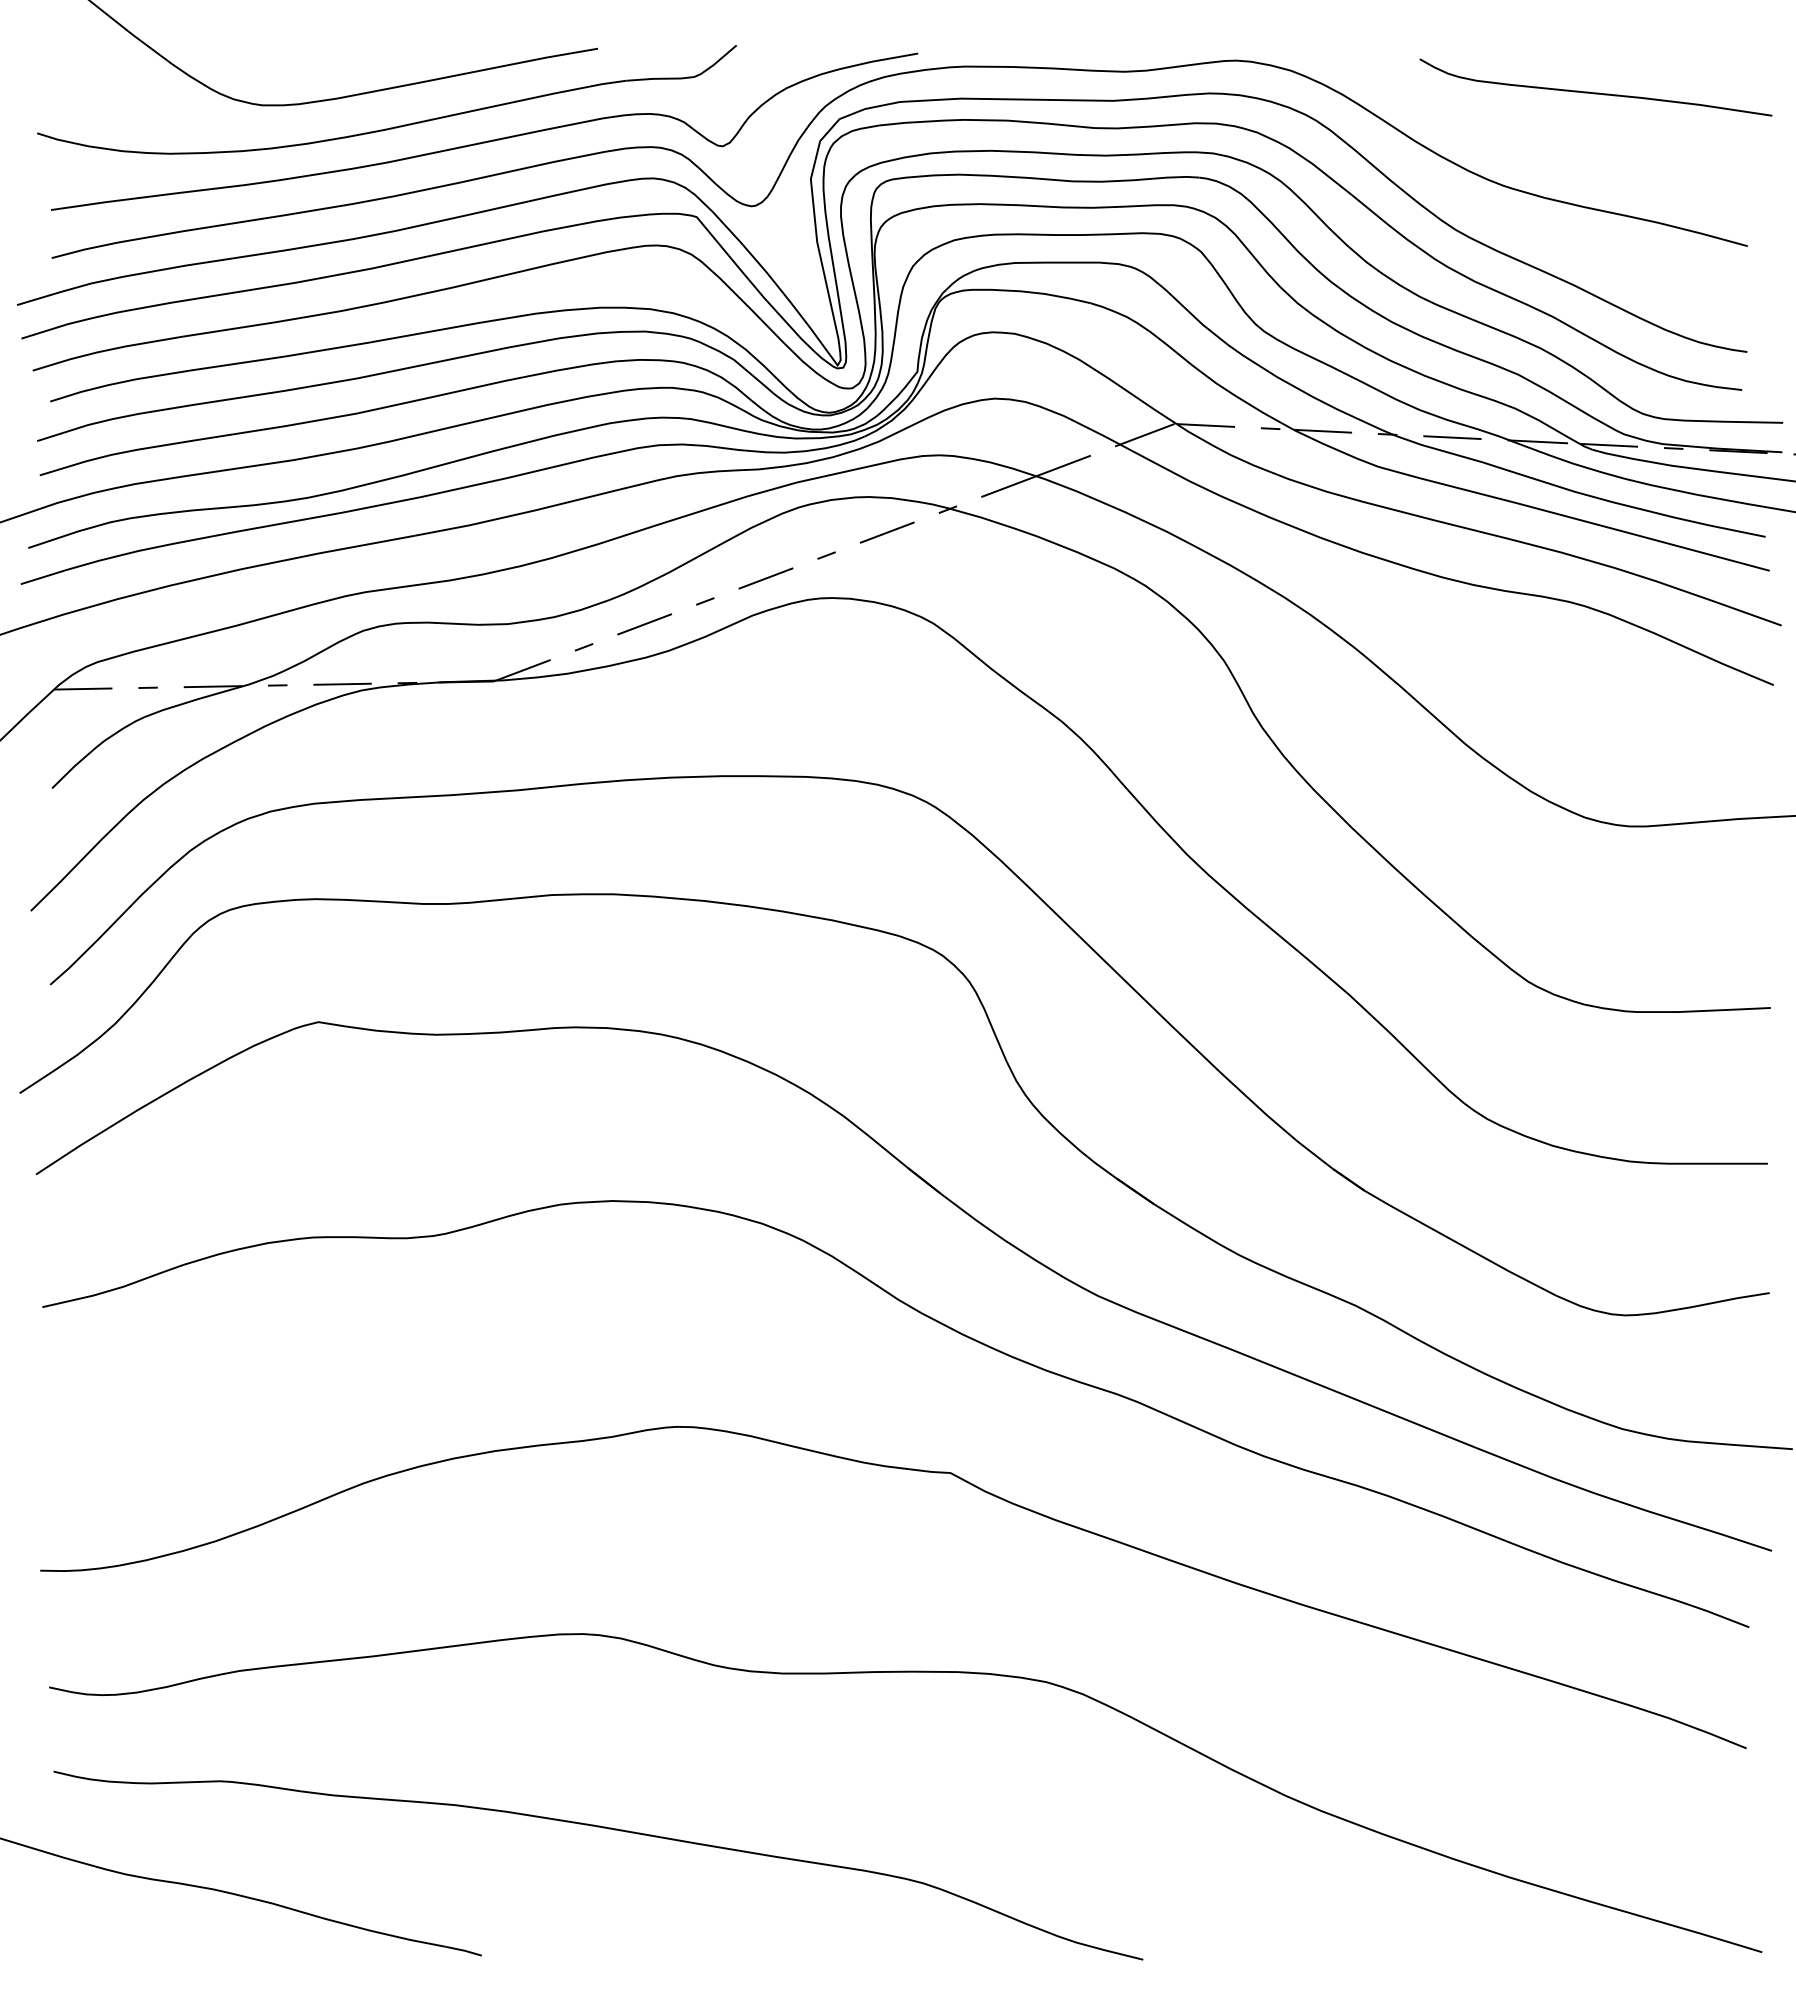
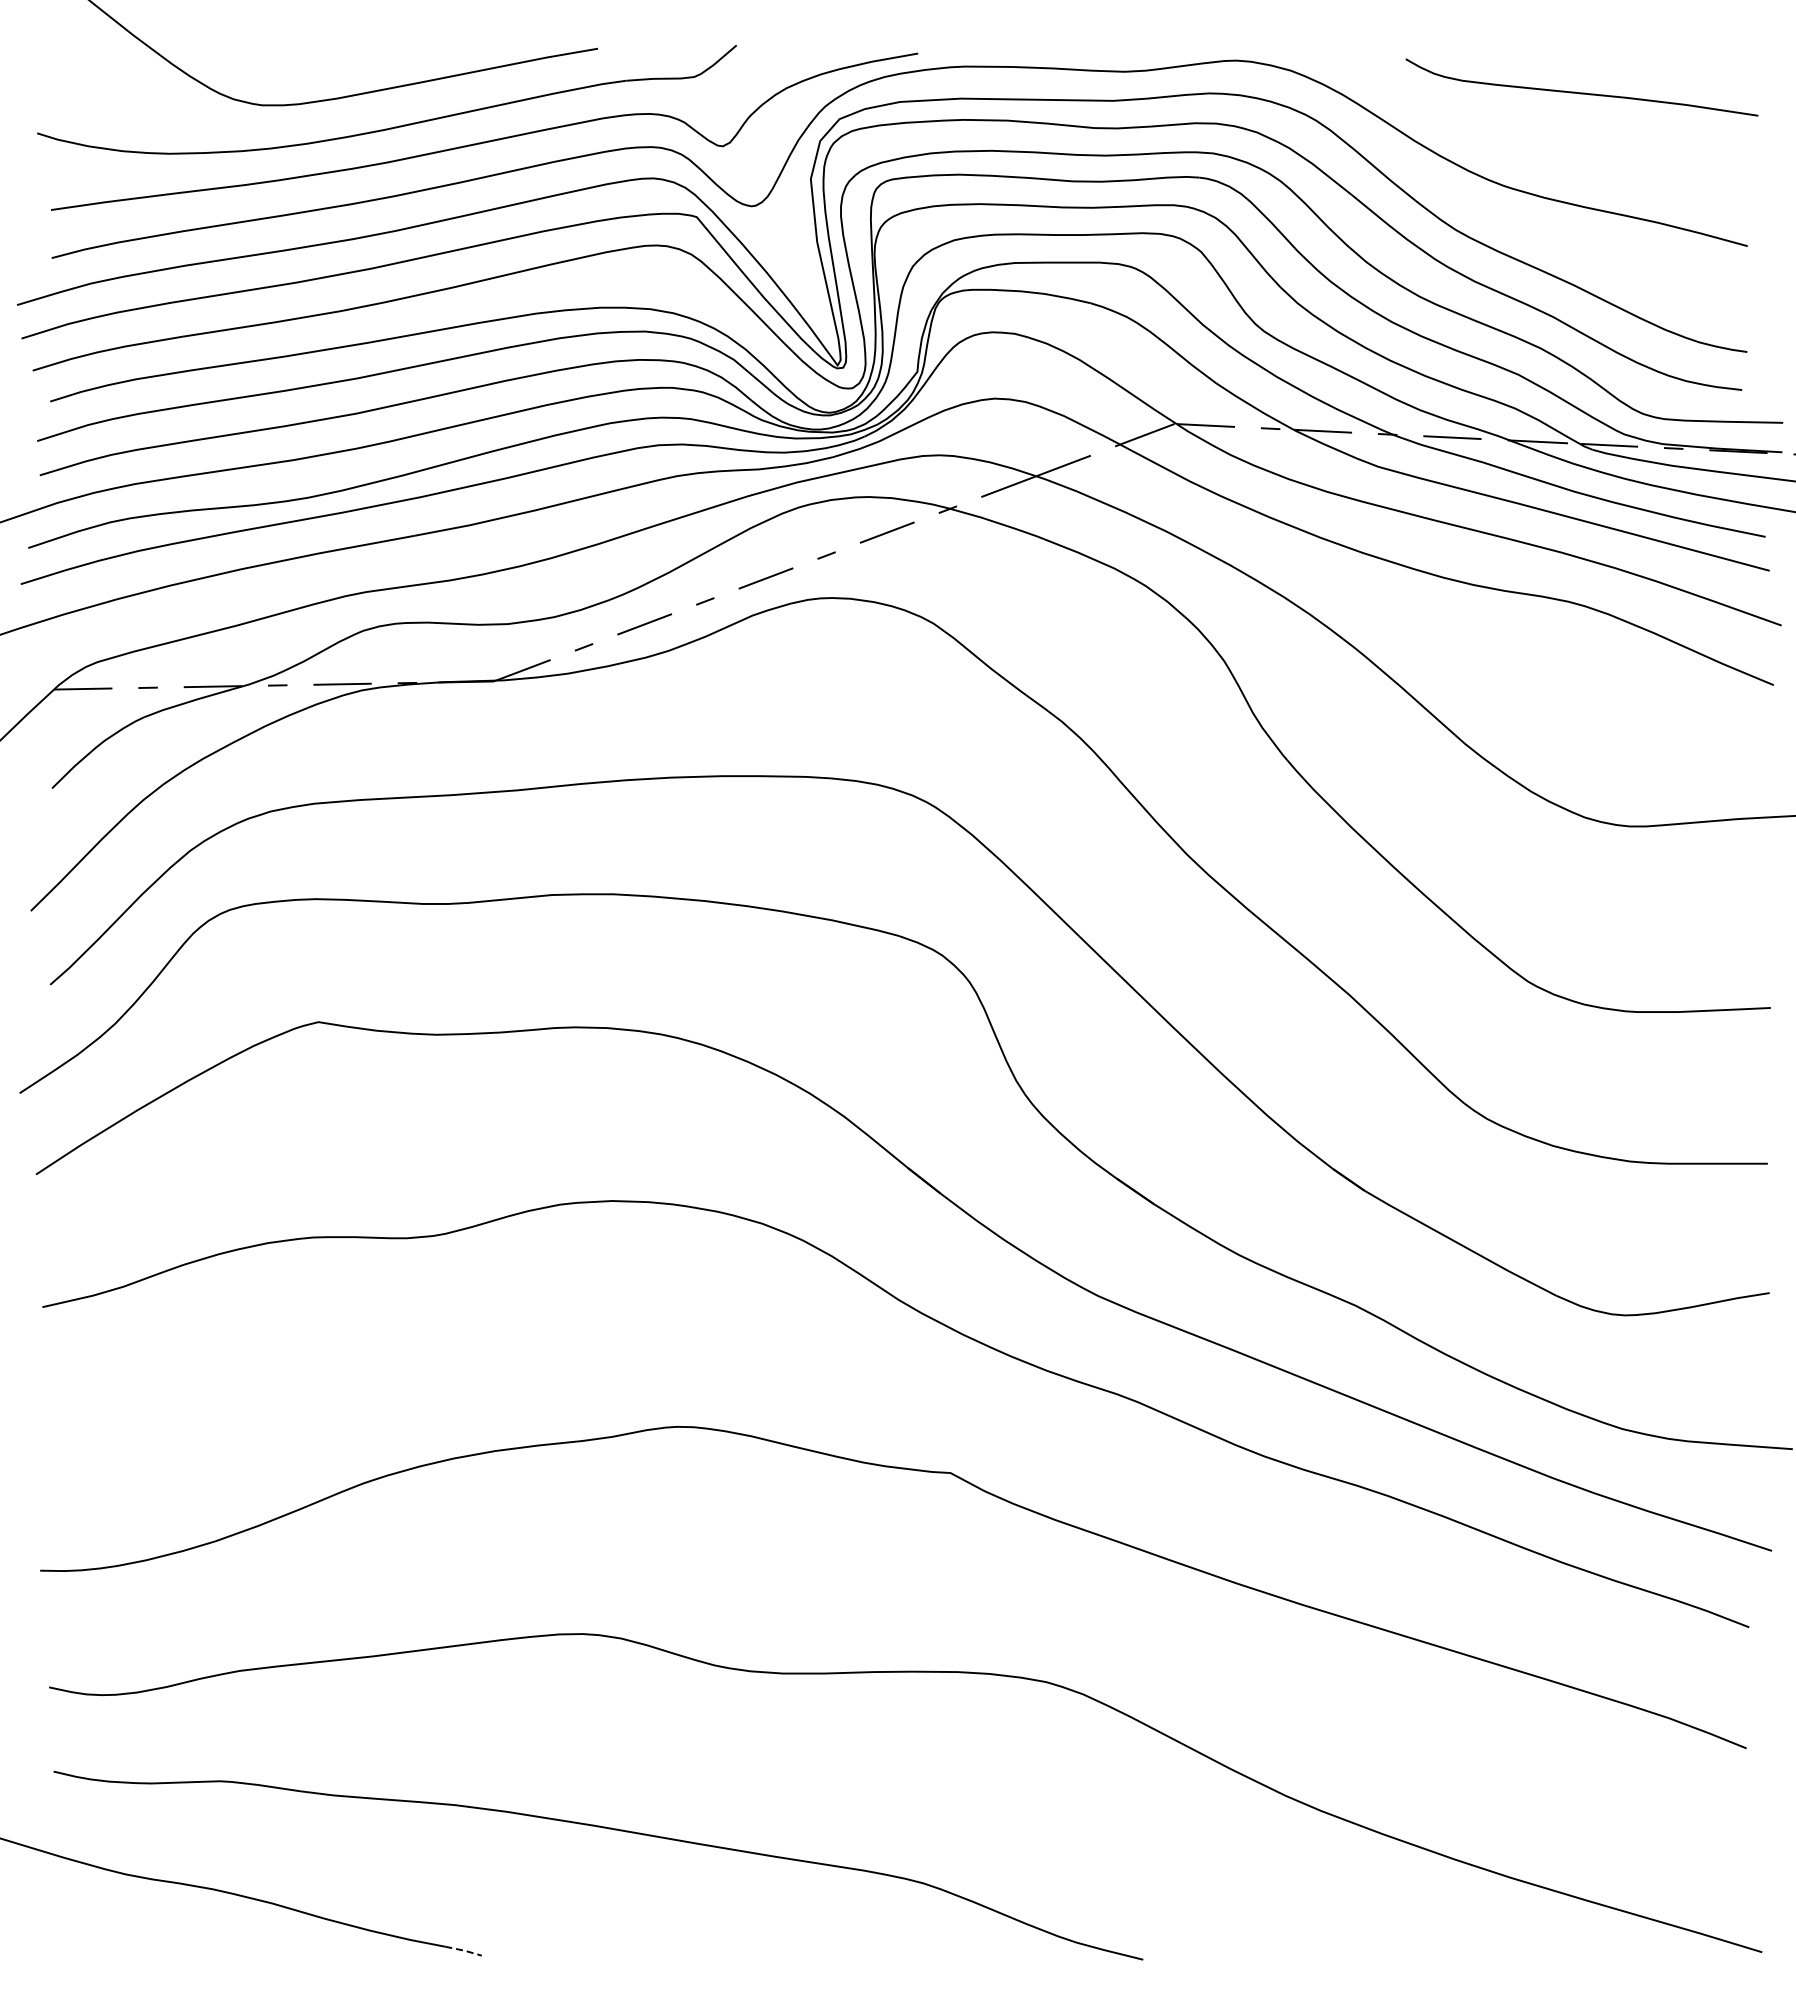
curve at (1595, 92) position: (1595, 92) -> (1581, 92)
line at (464, 1950): solid -> dashed
